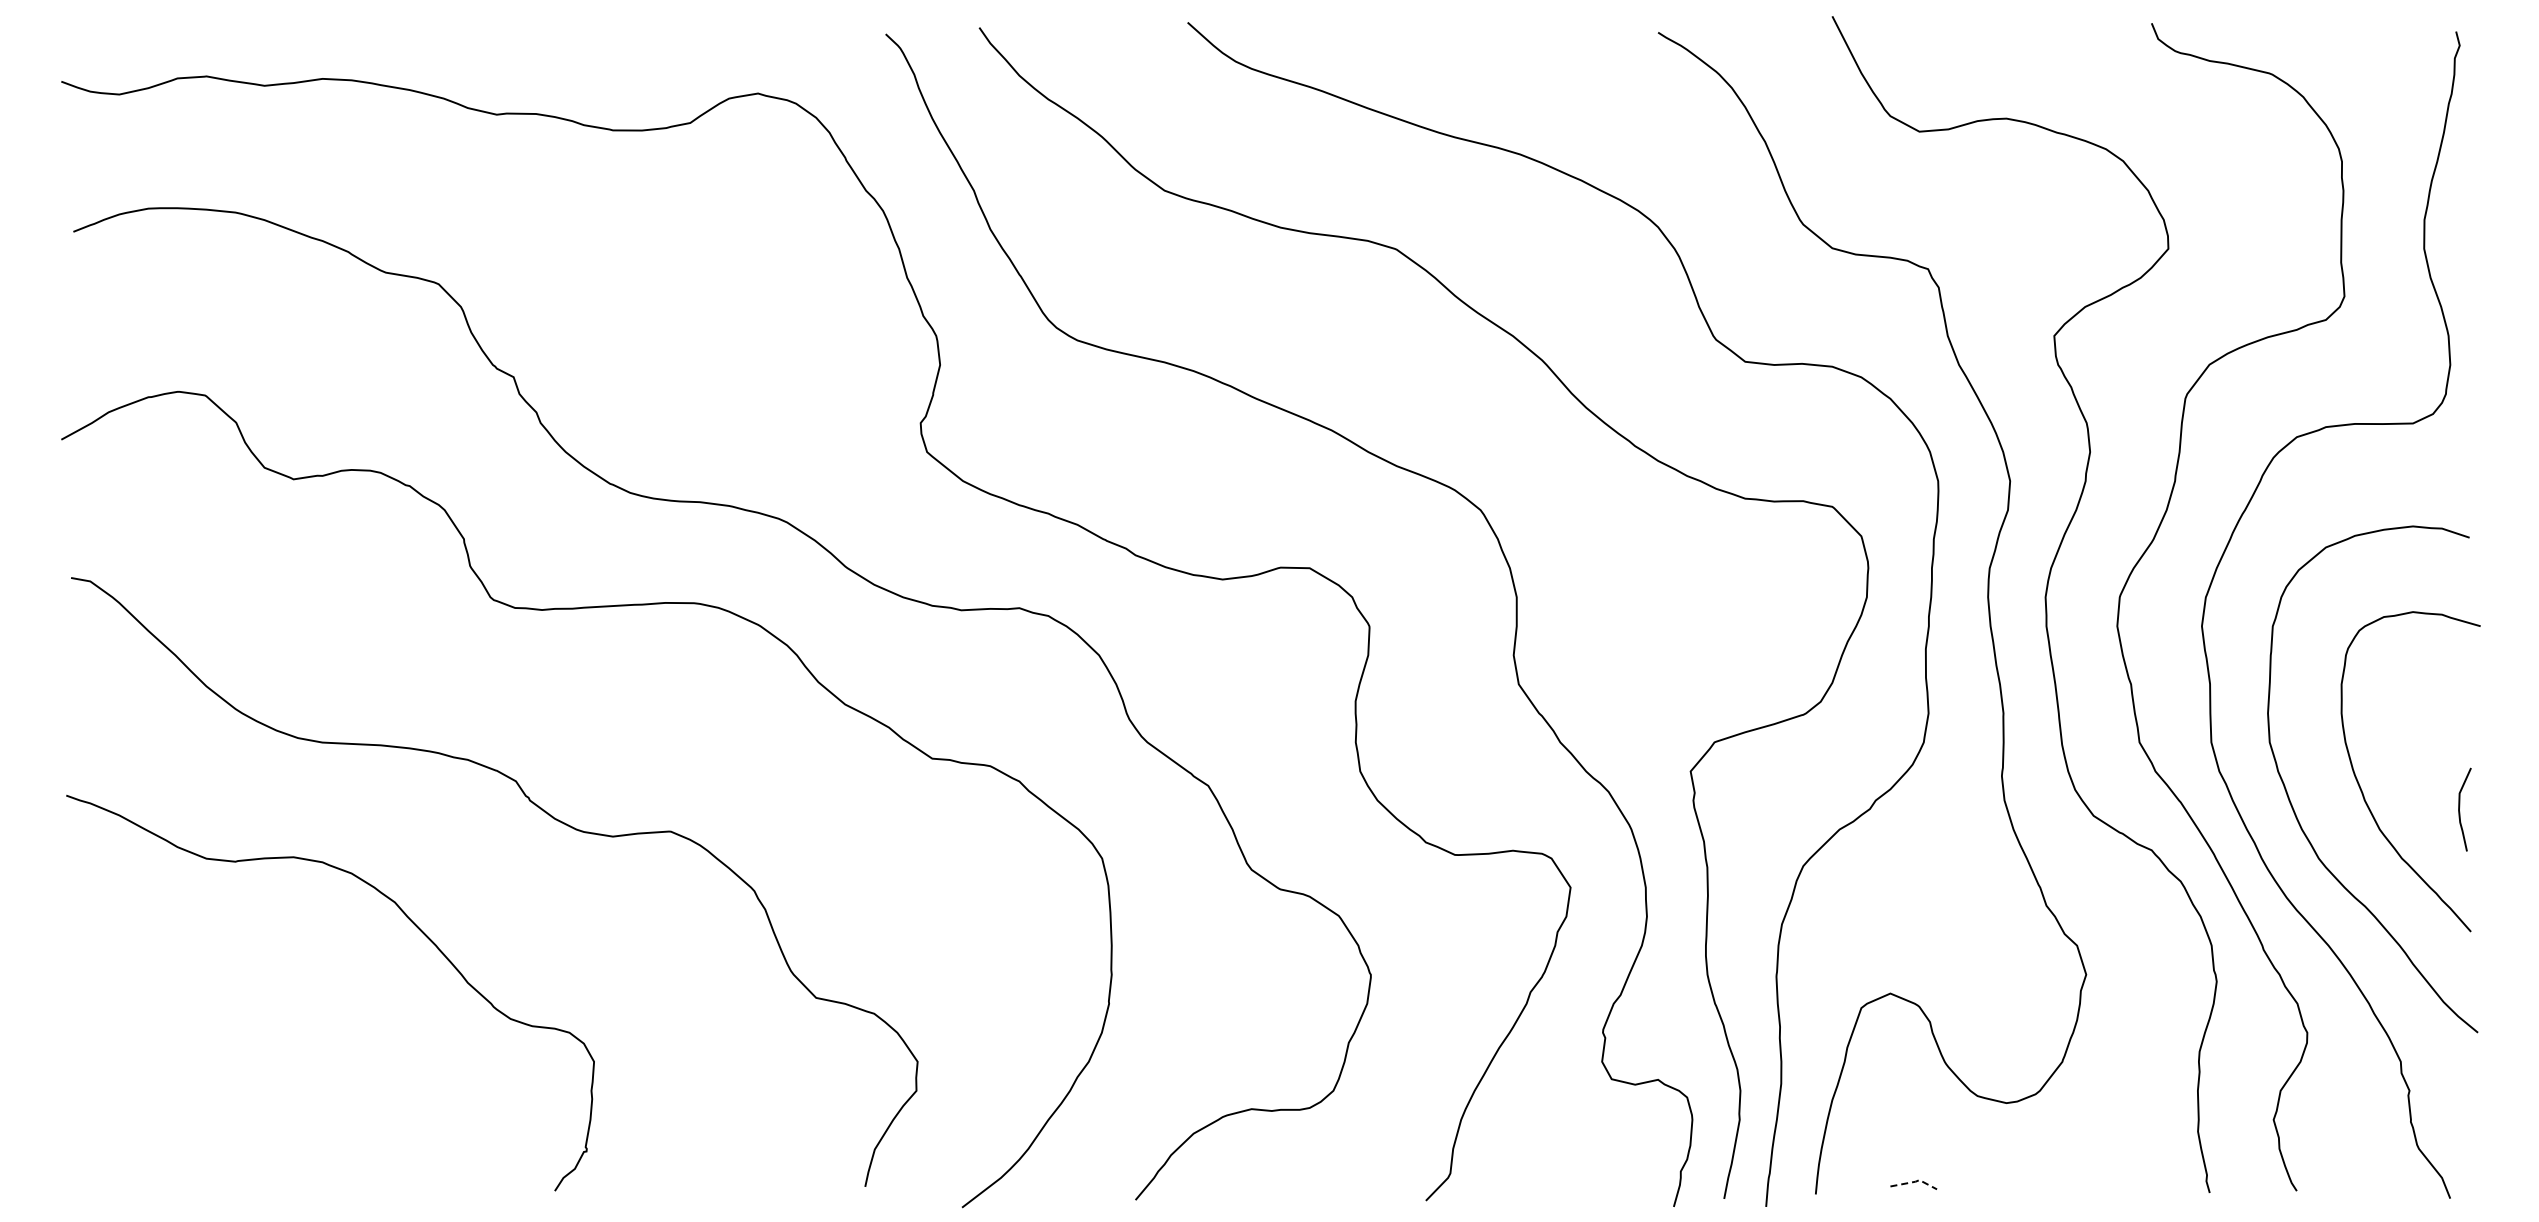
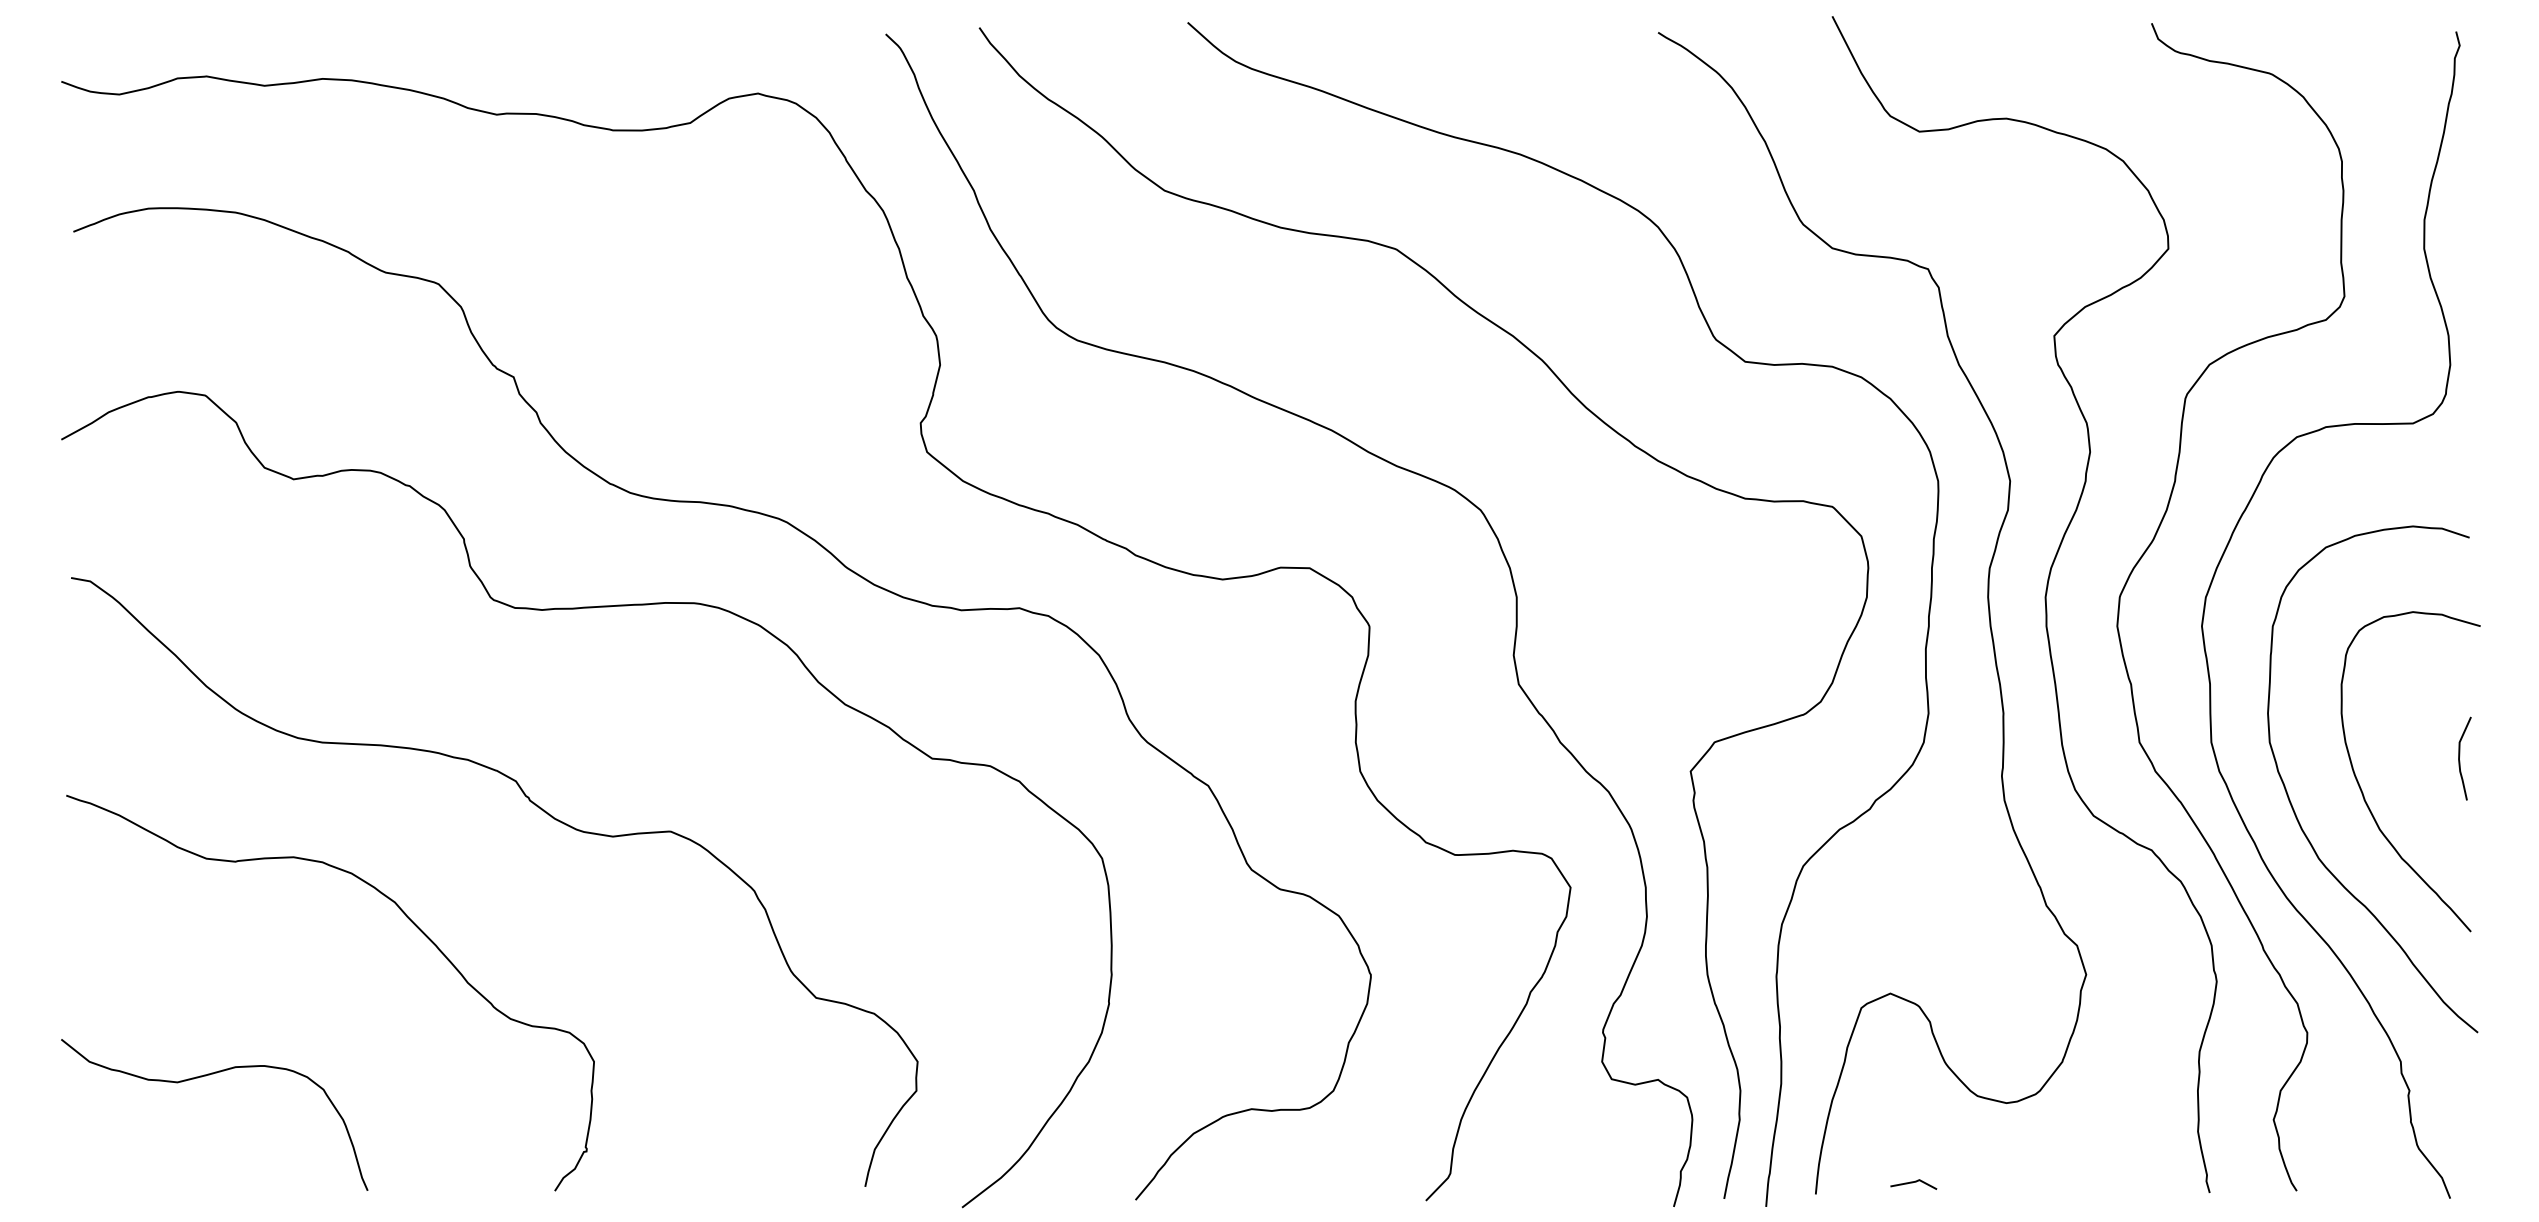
curve at (2460, 811) position: (2460, 811) -> (2460, 760)
curve at (206, 1076): none -> present
line at (1915, 1181): dashed -> solid
